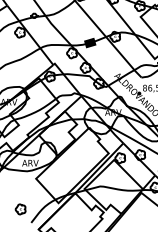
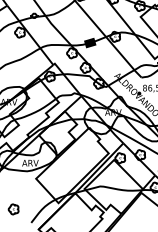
part at (20, 209) position: (20, 209) -> (13, 209)
